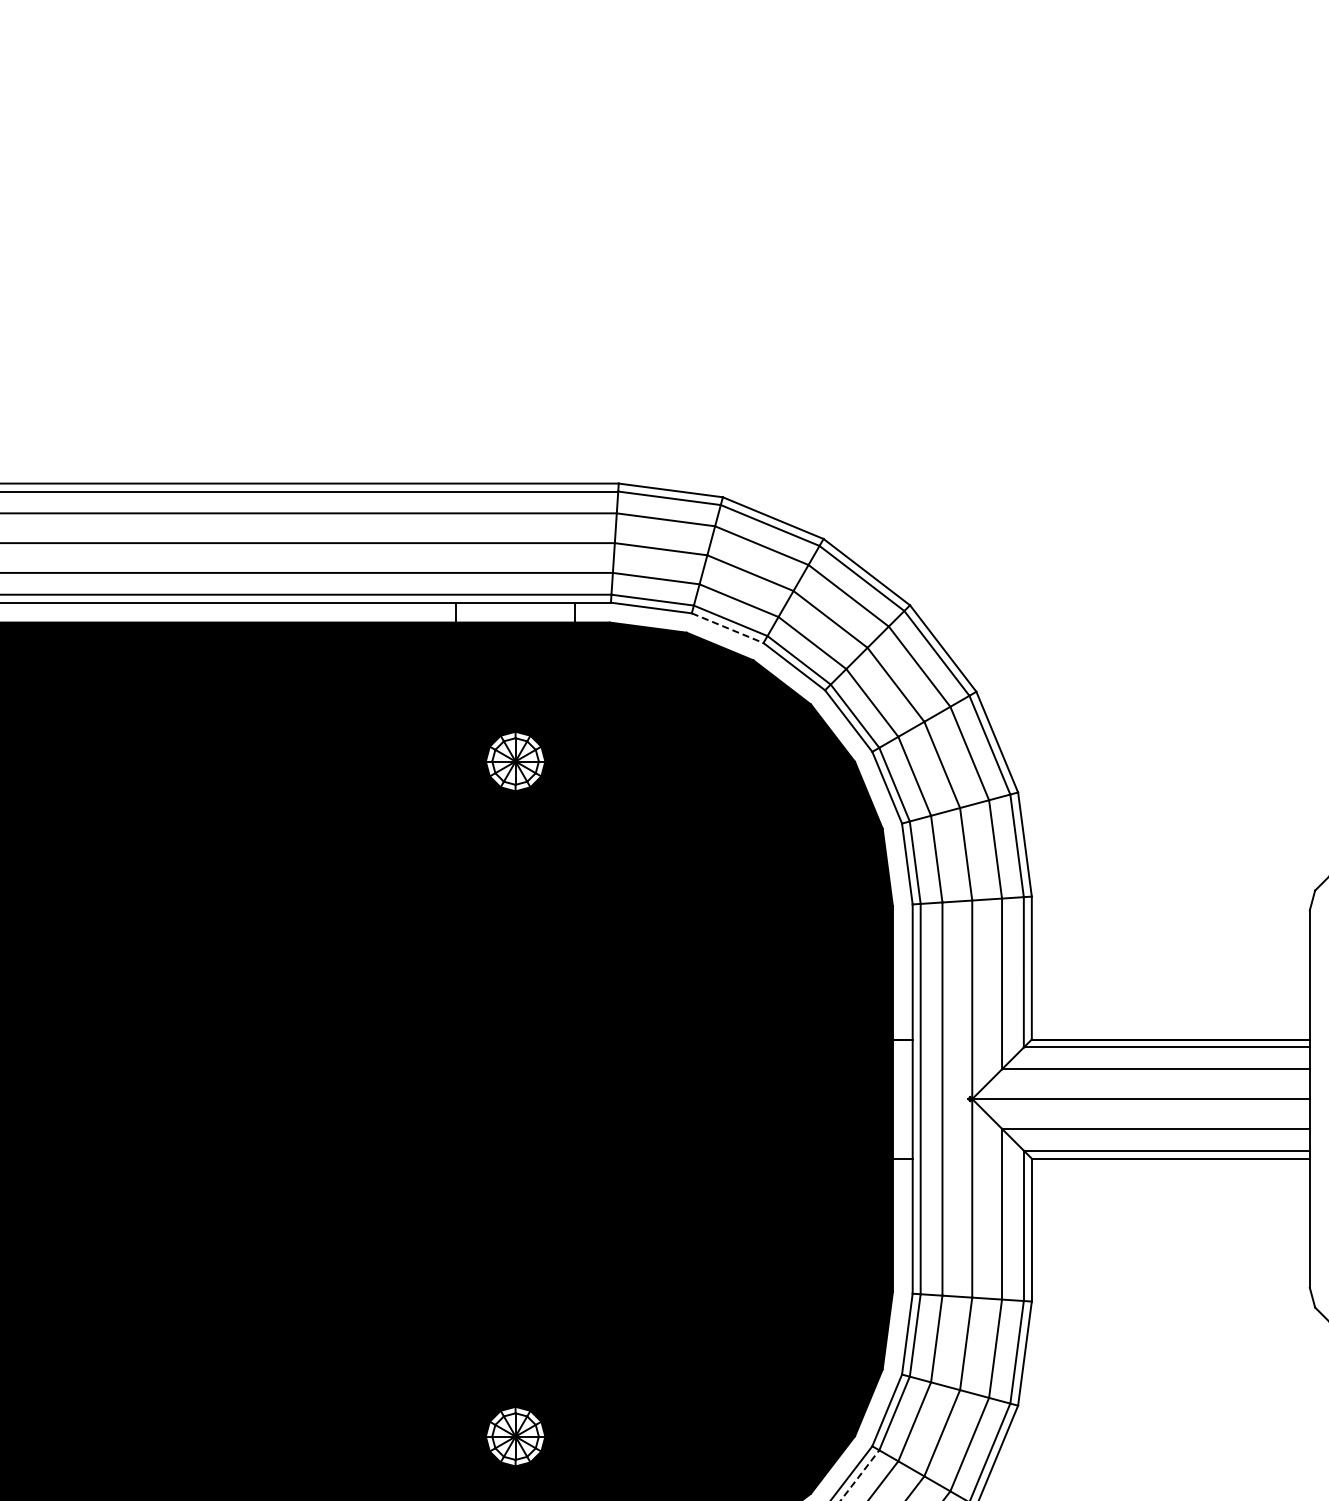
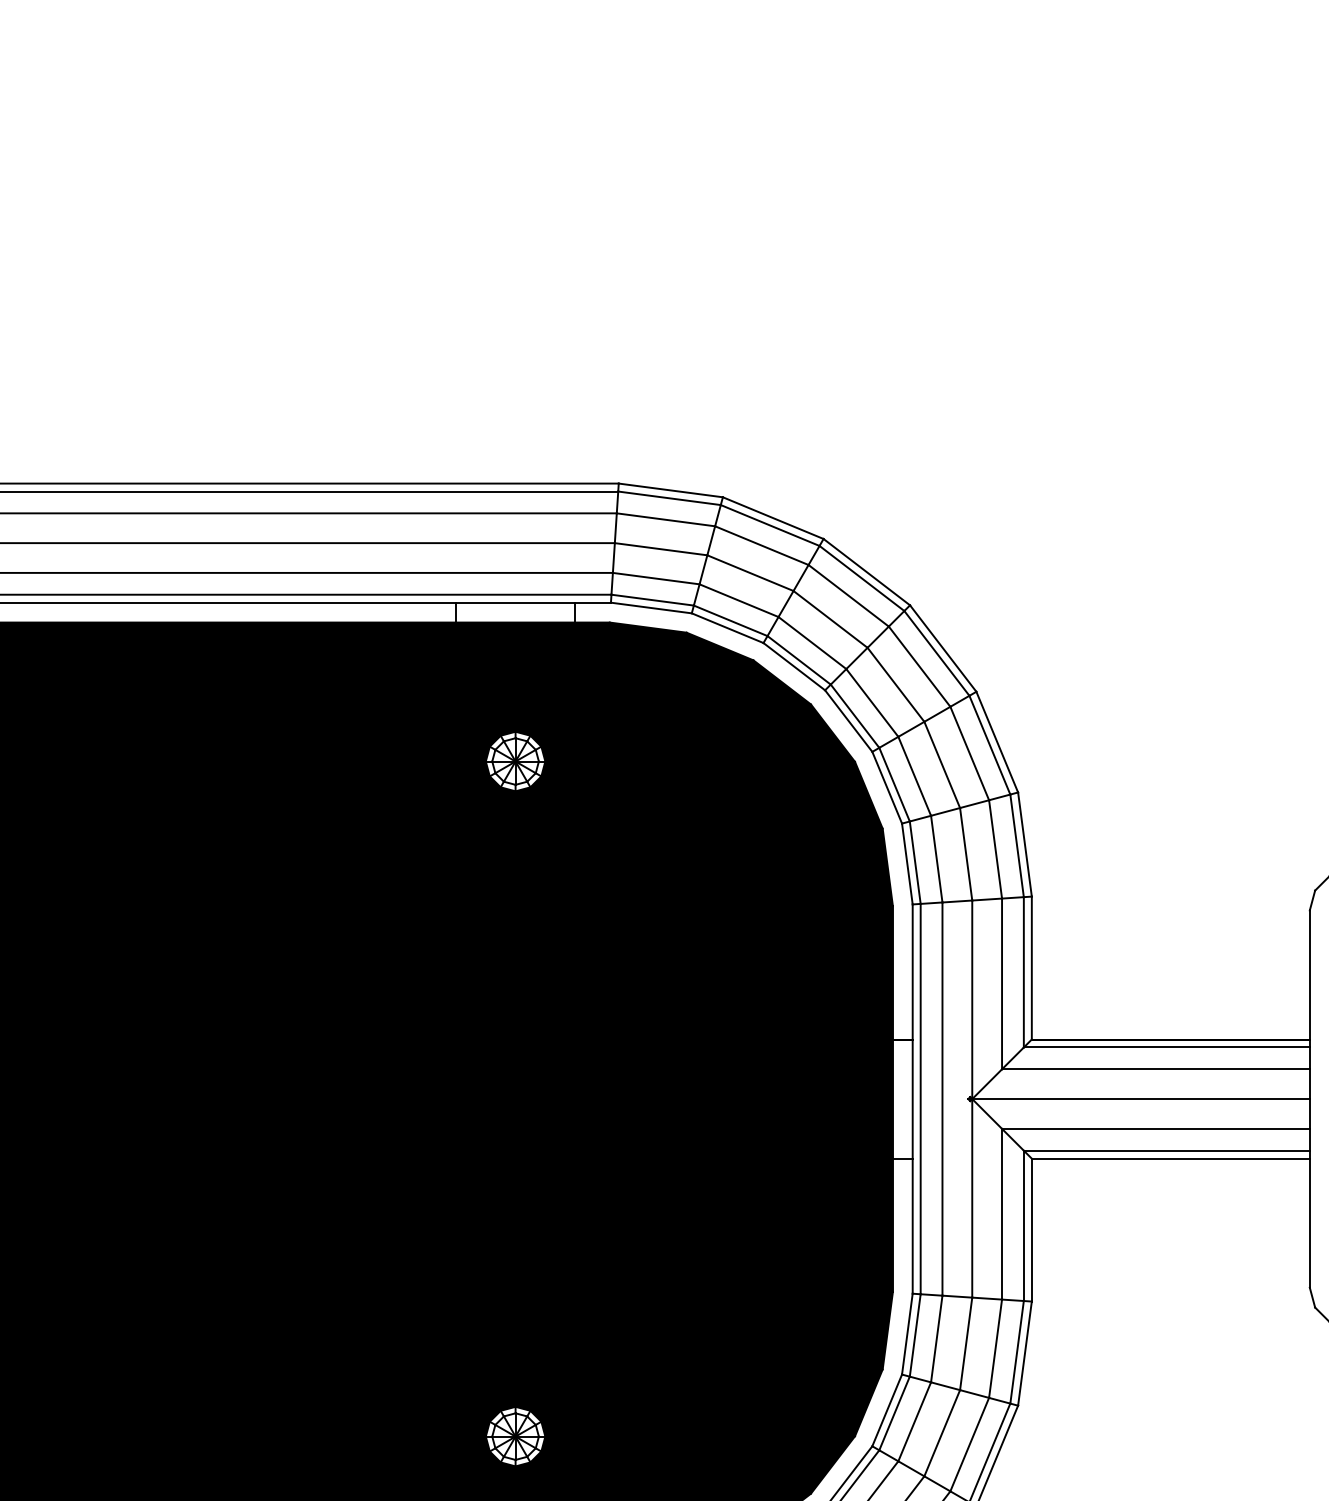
line at (727, 628): dashed -> solid
line at (859, 1475): dashed -> solid
